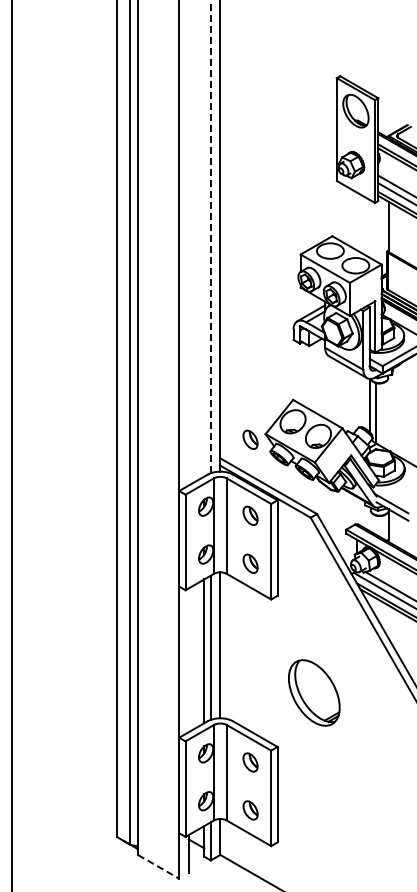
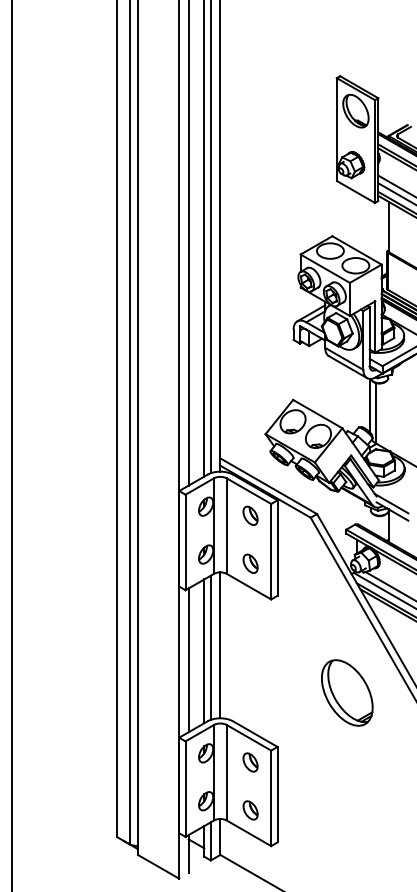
line at (210, 236): dashed -> solid
line at (204, 239): none -> present
line at (188, 243): none -> present
part at (250, 439): present -> none
line at (188, 660): none -> present
part at (314, 692) position: (314, 692) -> (347, 692)
line at (158, 866): dashed -> solid
